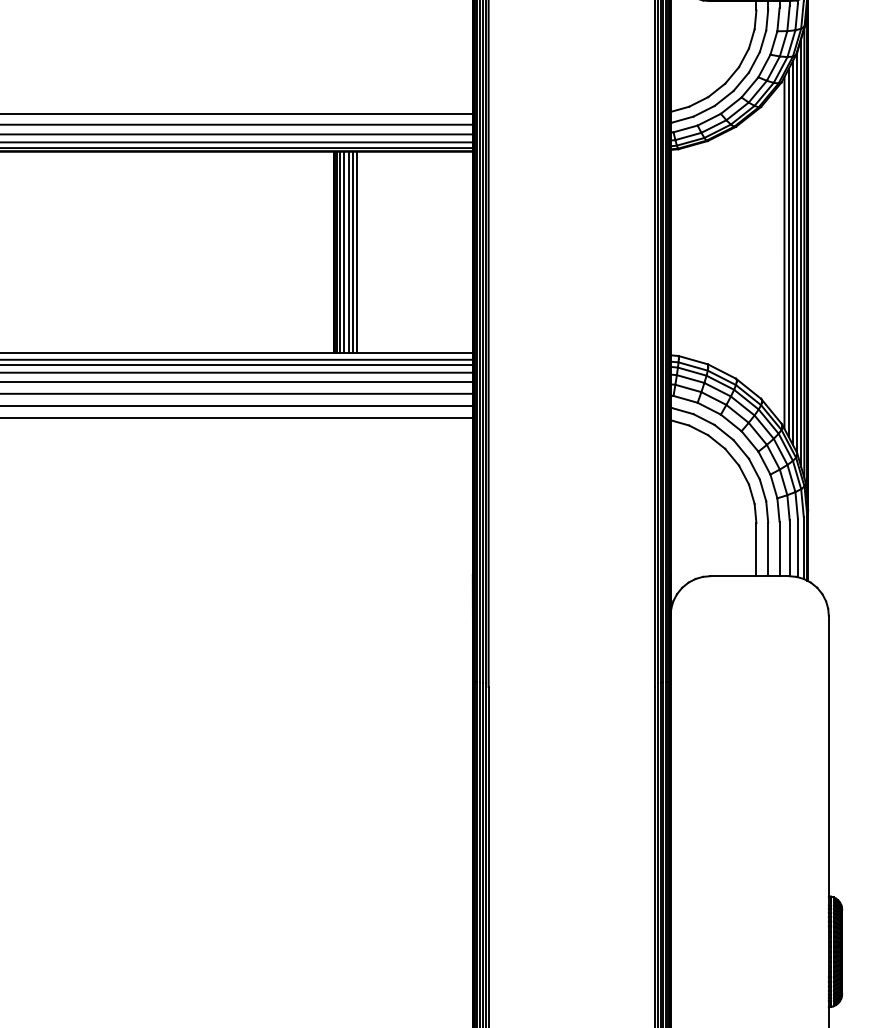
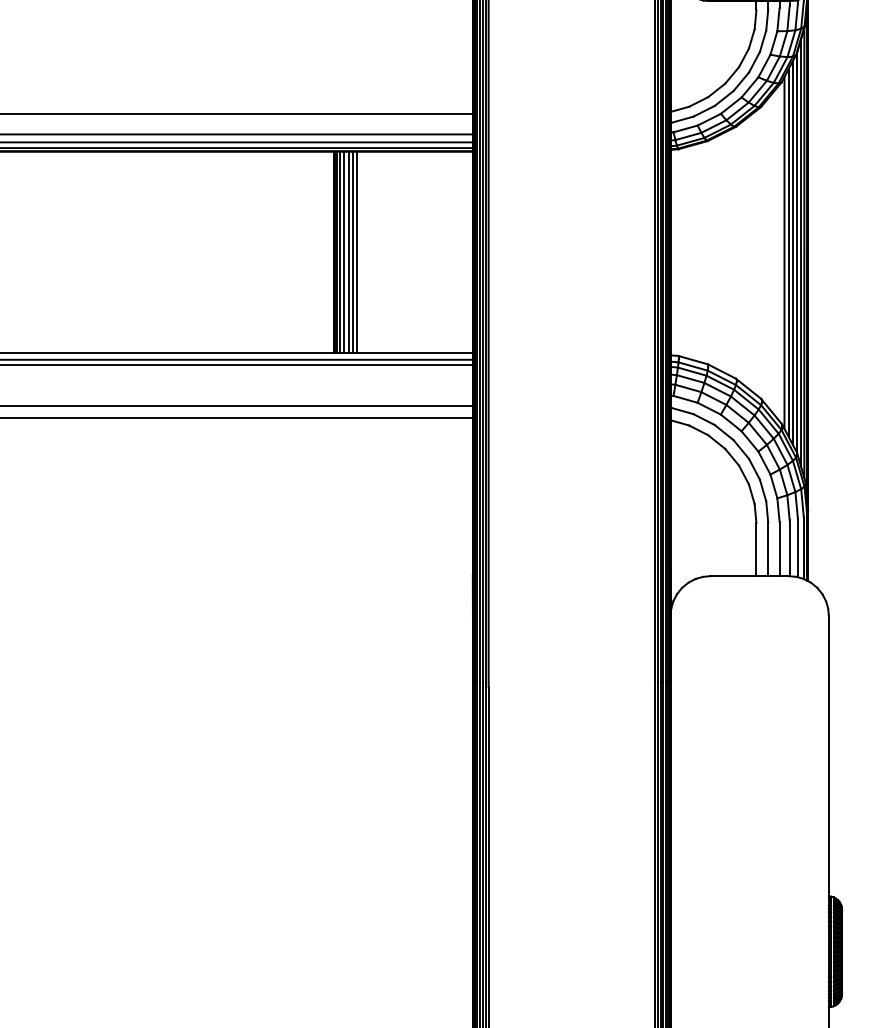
line at (237, 124): present -> none
line at (237, 372): present -> none
line at (237, 382): present -> none
line at (237, 393): present -> none
